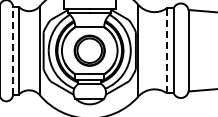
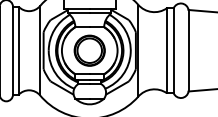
line at (13, 50): dashed -> solid
line at (166, 50): dashed -> solid
